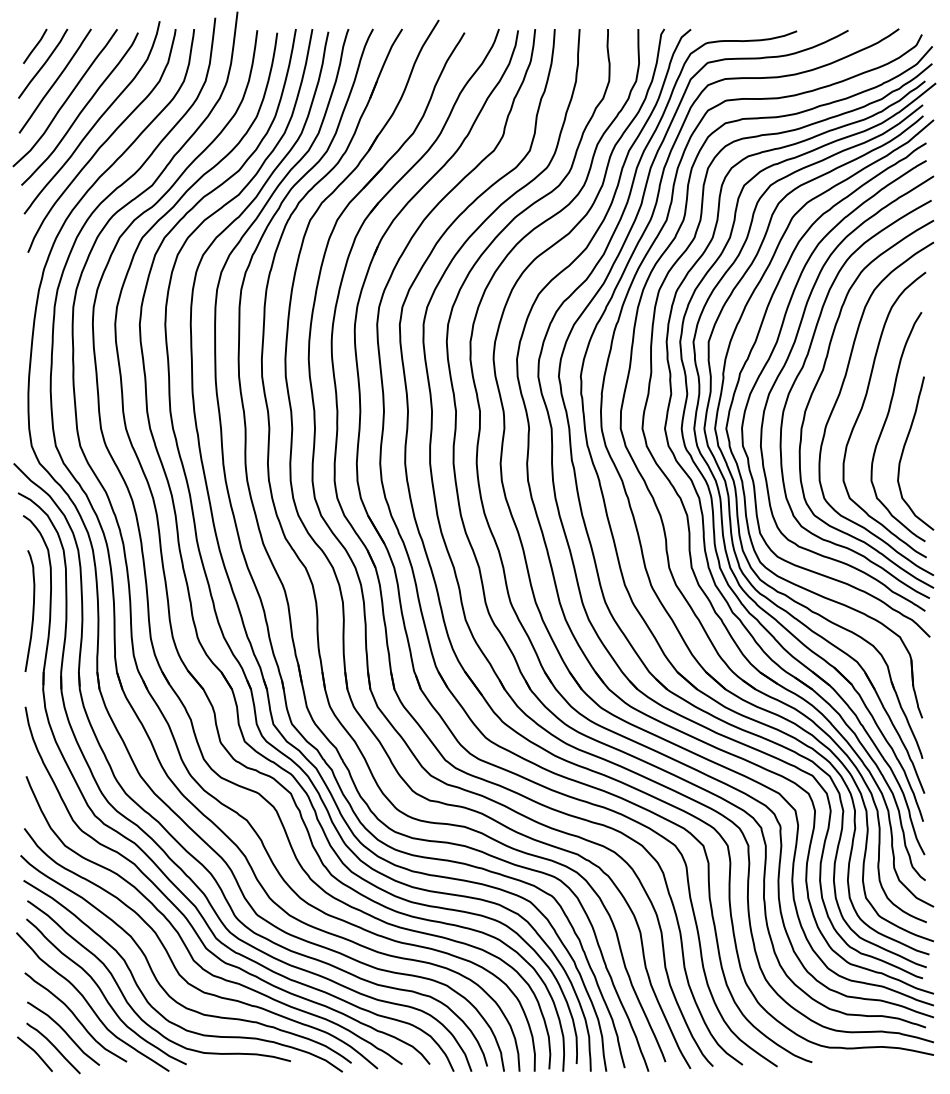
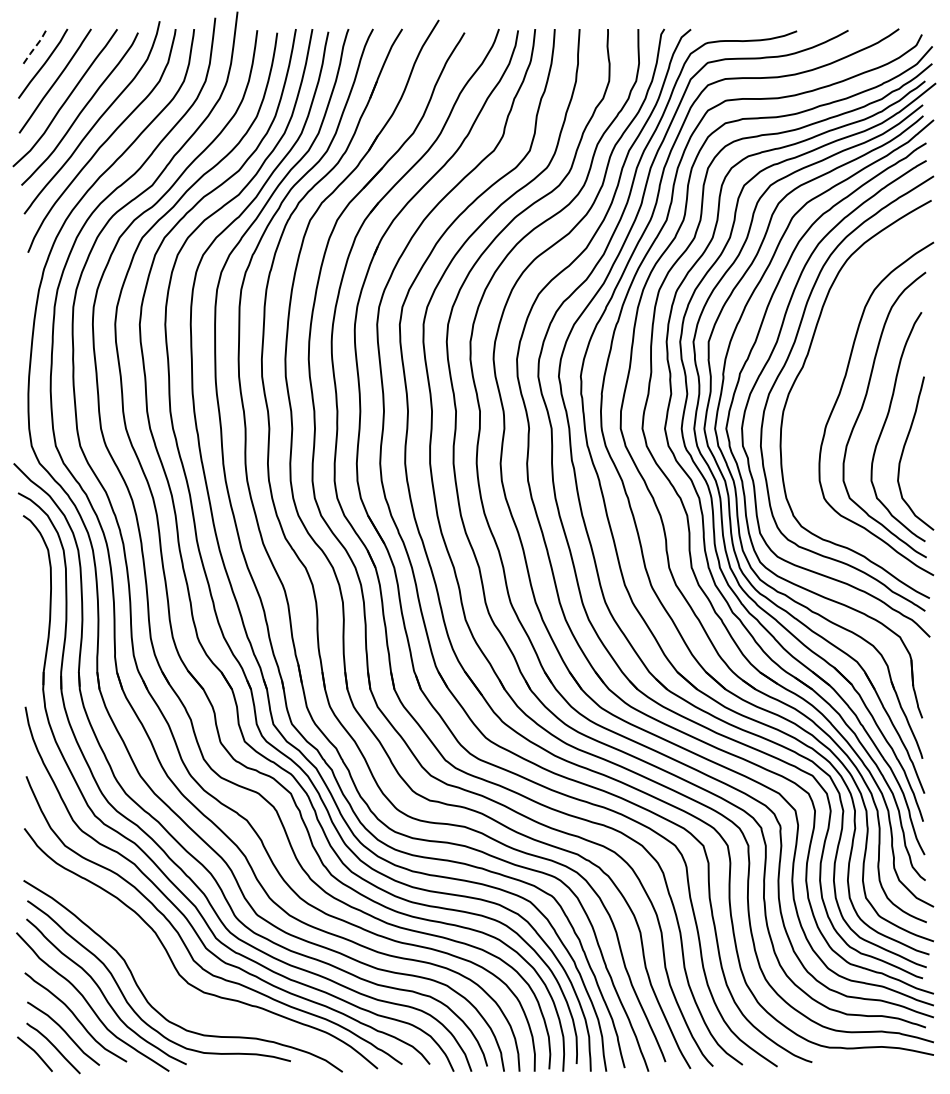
line at (35, 46): solid -> dashed
curve at (819, 380): present -> none
curve at (32, 610): present -> none
curve at (155, 975): present -> none
